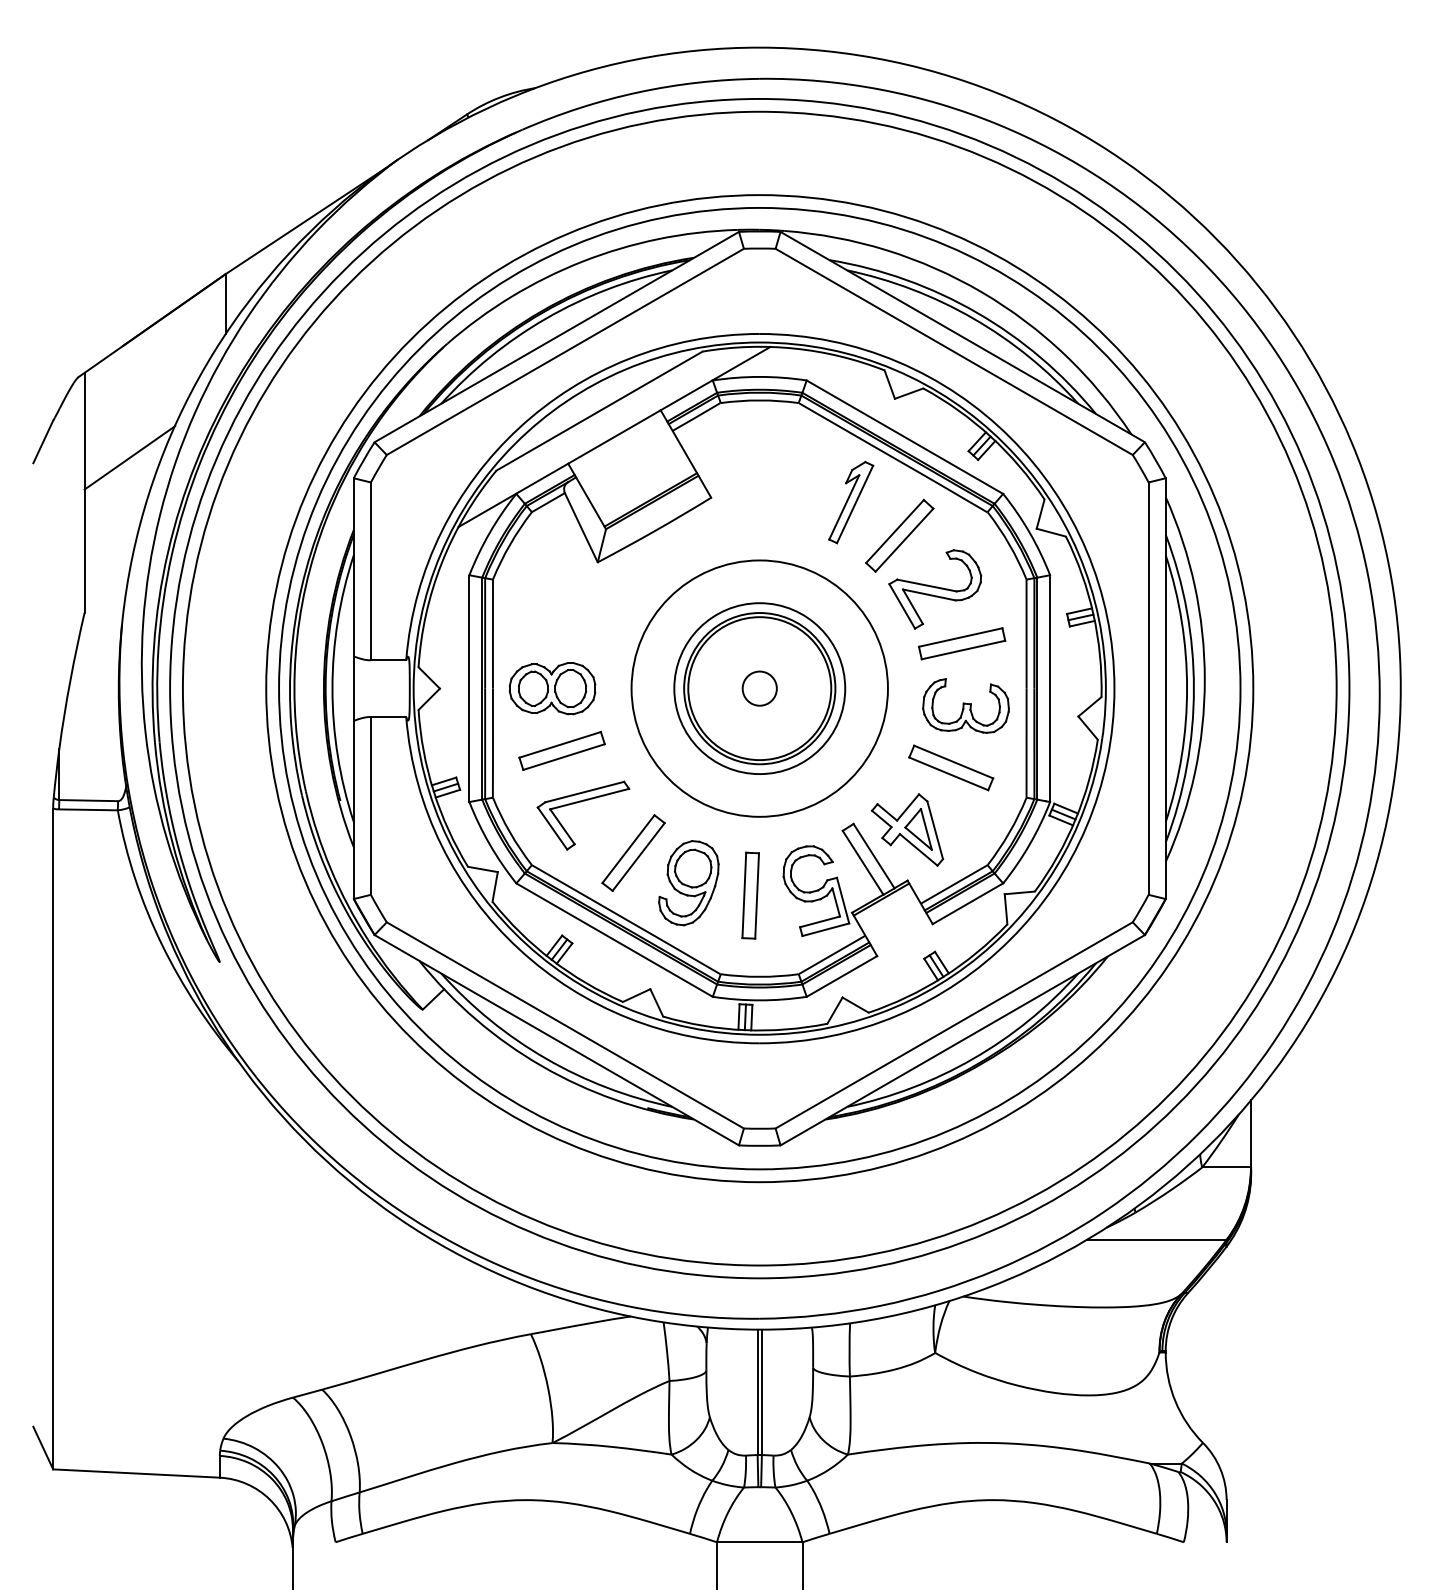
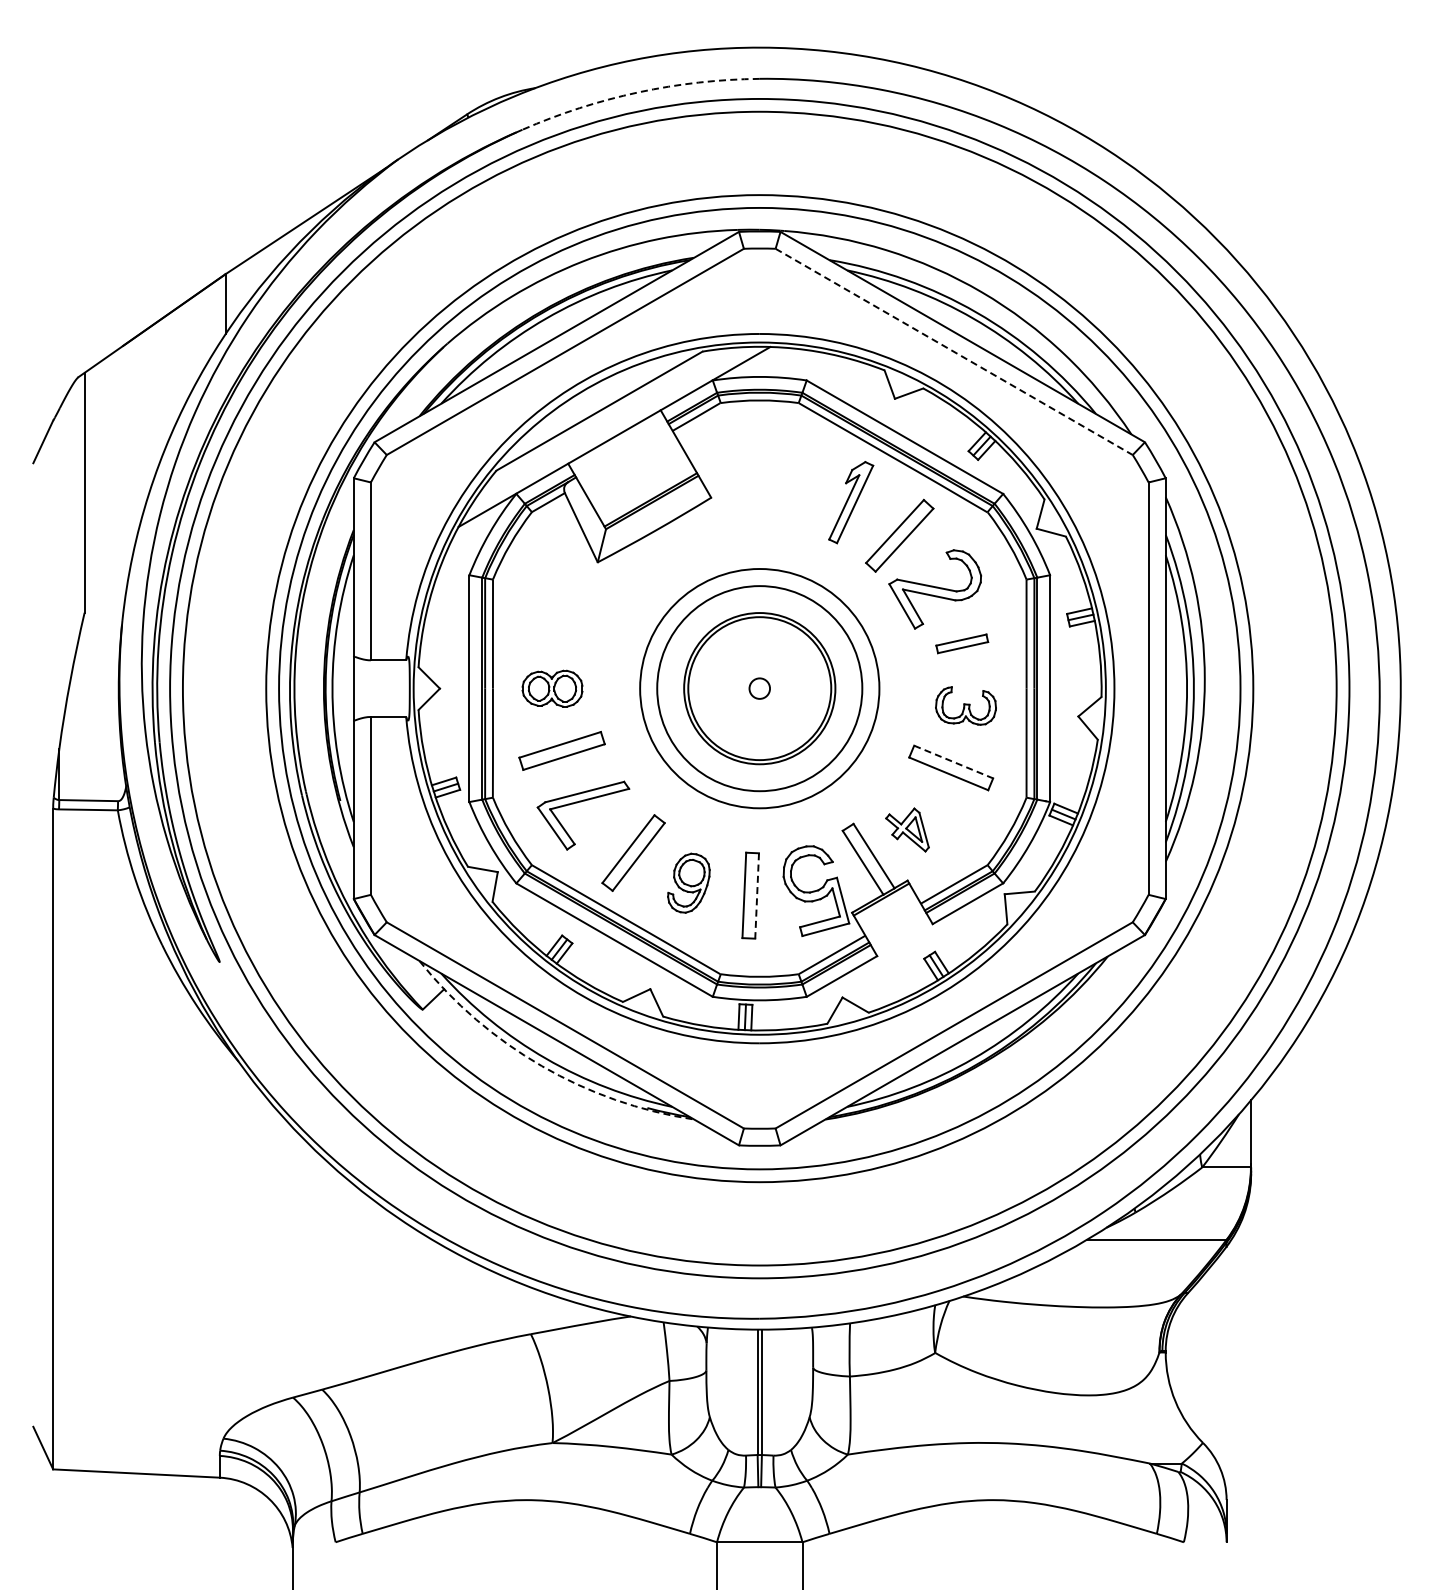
arc at (638, 92): solid -> dashed
line at (954, 352): solid -> dashed
line at (129, 457): present -> none
part at (962, 643) size: 89x34 px -> 55x22 px
part at (552, 688) size: 89x54 px -> 63x39 px
circle at (759, 688) diameter: 171 px -> 239 px
circle at (759, 688) diameter: 256 px -> 205 px
circle at (759, 688) diameter: 34 px -> 21 px
part at (965, 705) size: 88x56 px -> 62x40 px
line at (953, 762): solid -> dashed
part at (907, 829) size: 75x74 px -> 45x46 px
part at (688, 883) size: 62x87 px -> 44x62 px
line at (757, 895): solid -> dashed
arc at (541, 1066): solid -> dashed
